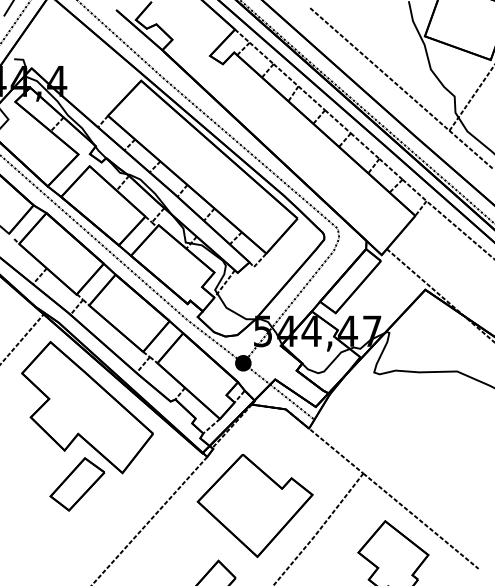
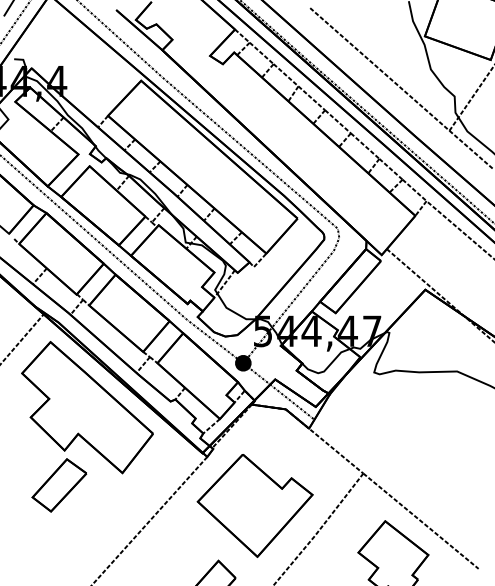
part at (77, 484) position: (77, 484) -> (59, 485)
